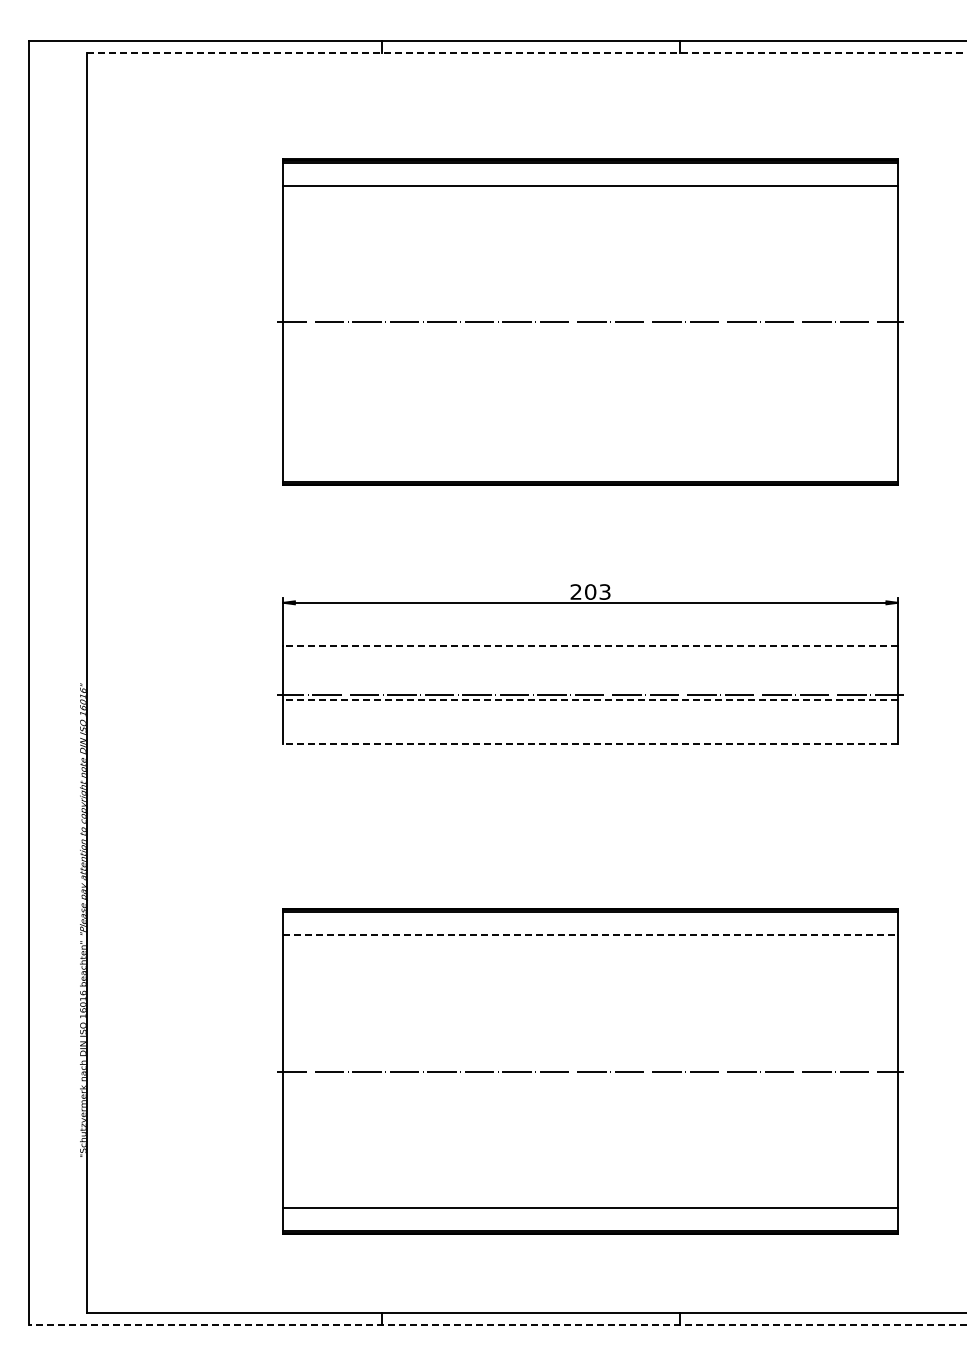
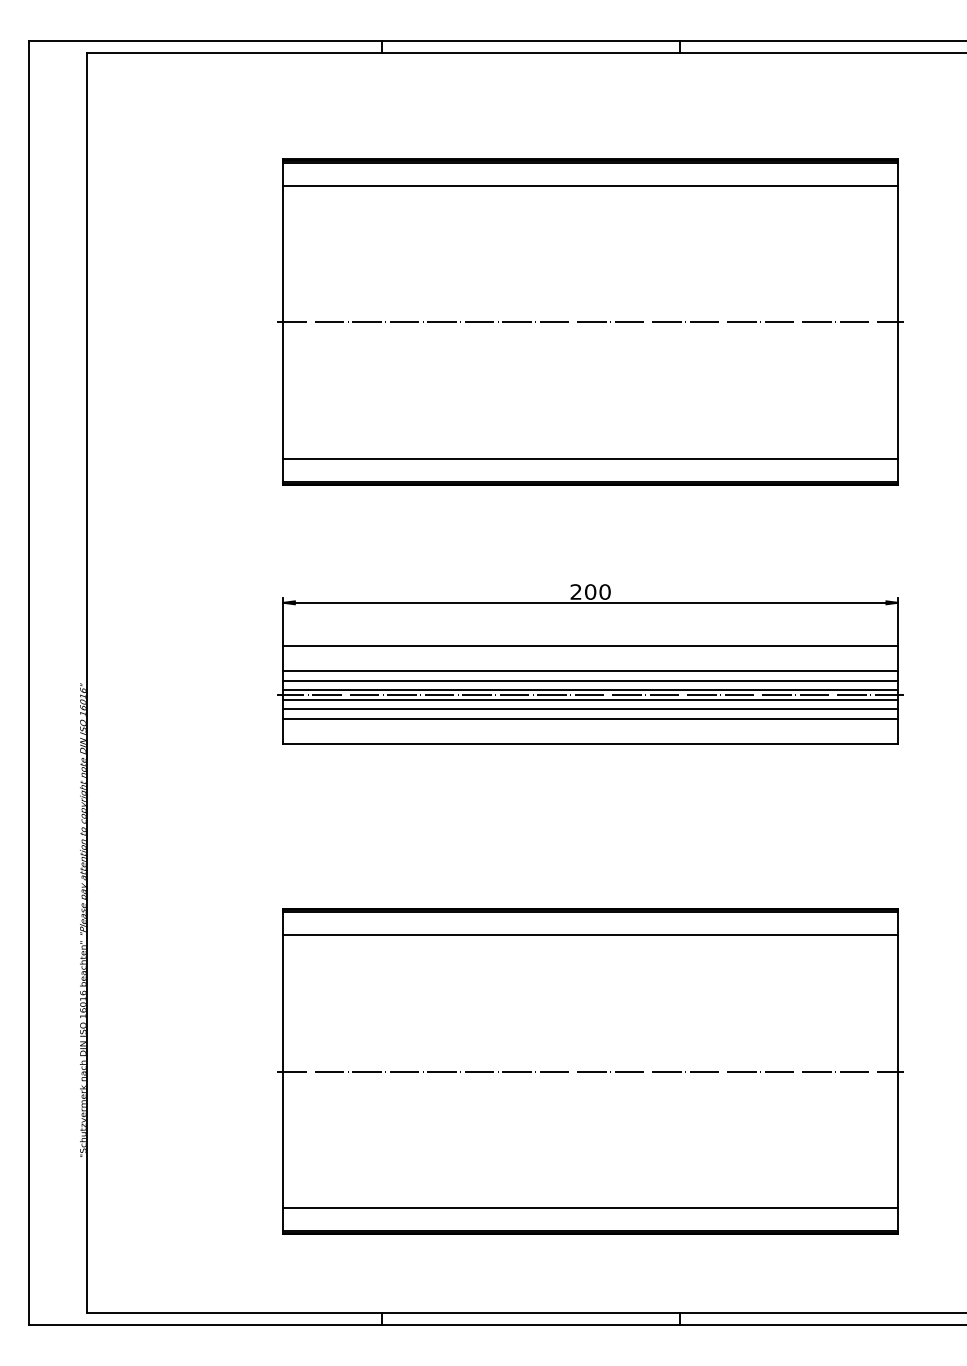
line at (527, 53): dashed -> solid
line at (590, 459): none -> present
text at (604, 591): 203 -> 200
line at (590, 645): dashed -> solid
line at (590, 670): none -> present
line at (590, 680): none -> present
line at (590, 690): none -> present
line at (590, 699): dashed -> solid
line at (590, 709): none -> present
line at (590, 719): none -> present
line at (590, 744): dashed -> solid
line at (591, 934): dashed -> solid
line at (497, 1325): dashed -> solid
